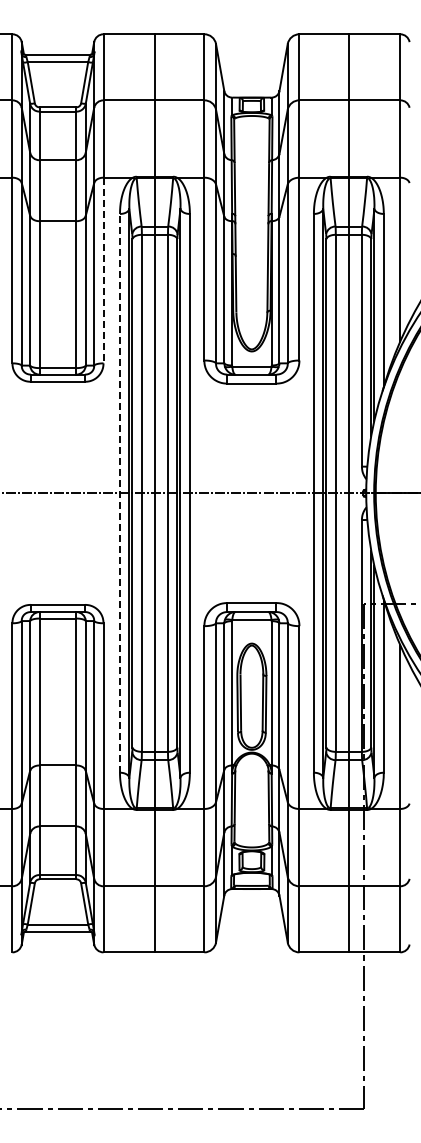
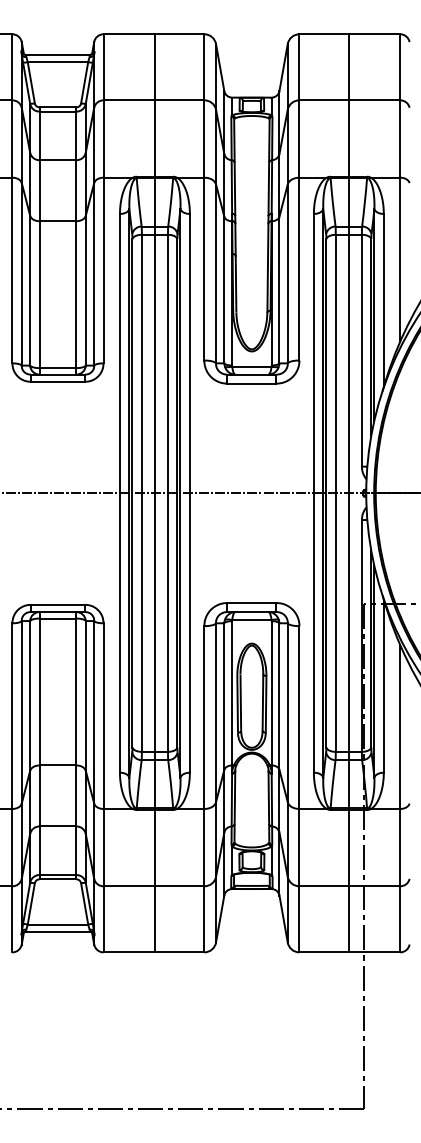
line at (103, 270): dashed -> solid
line at (119, 492): dashed -> solid
